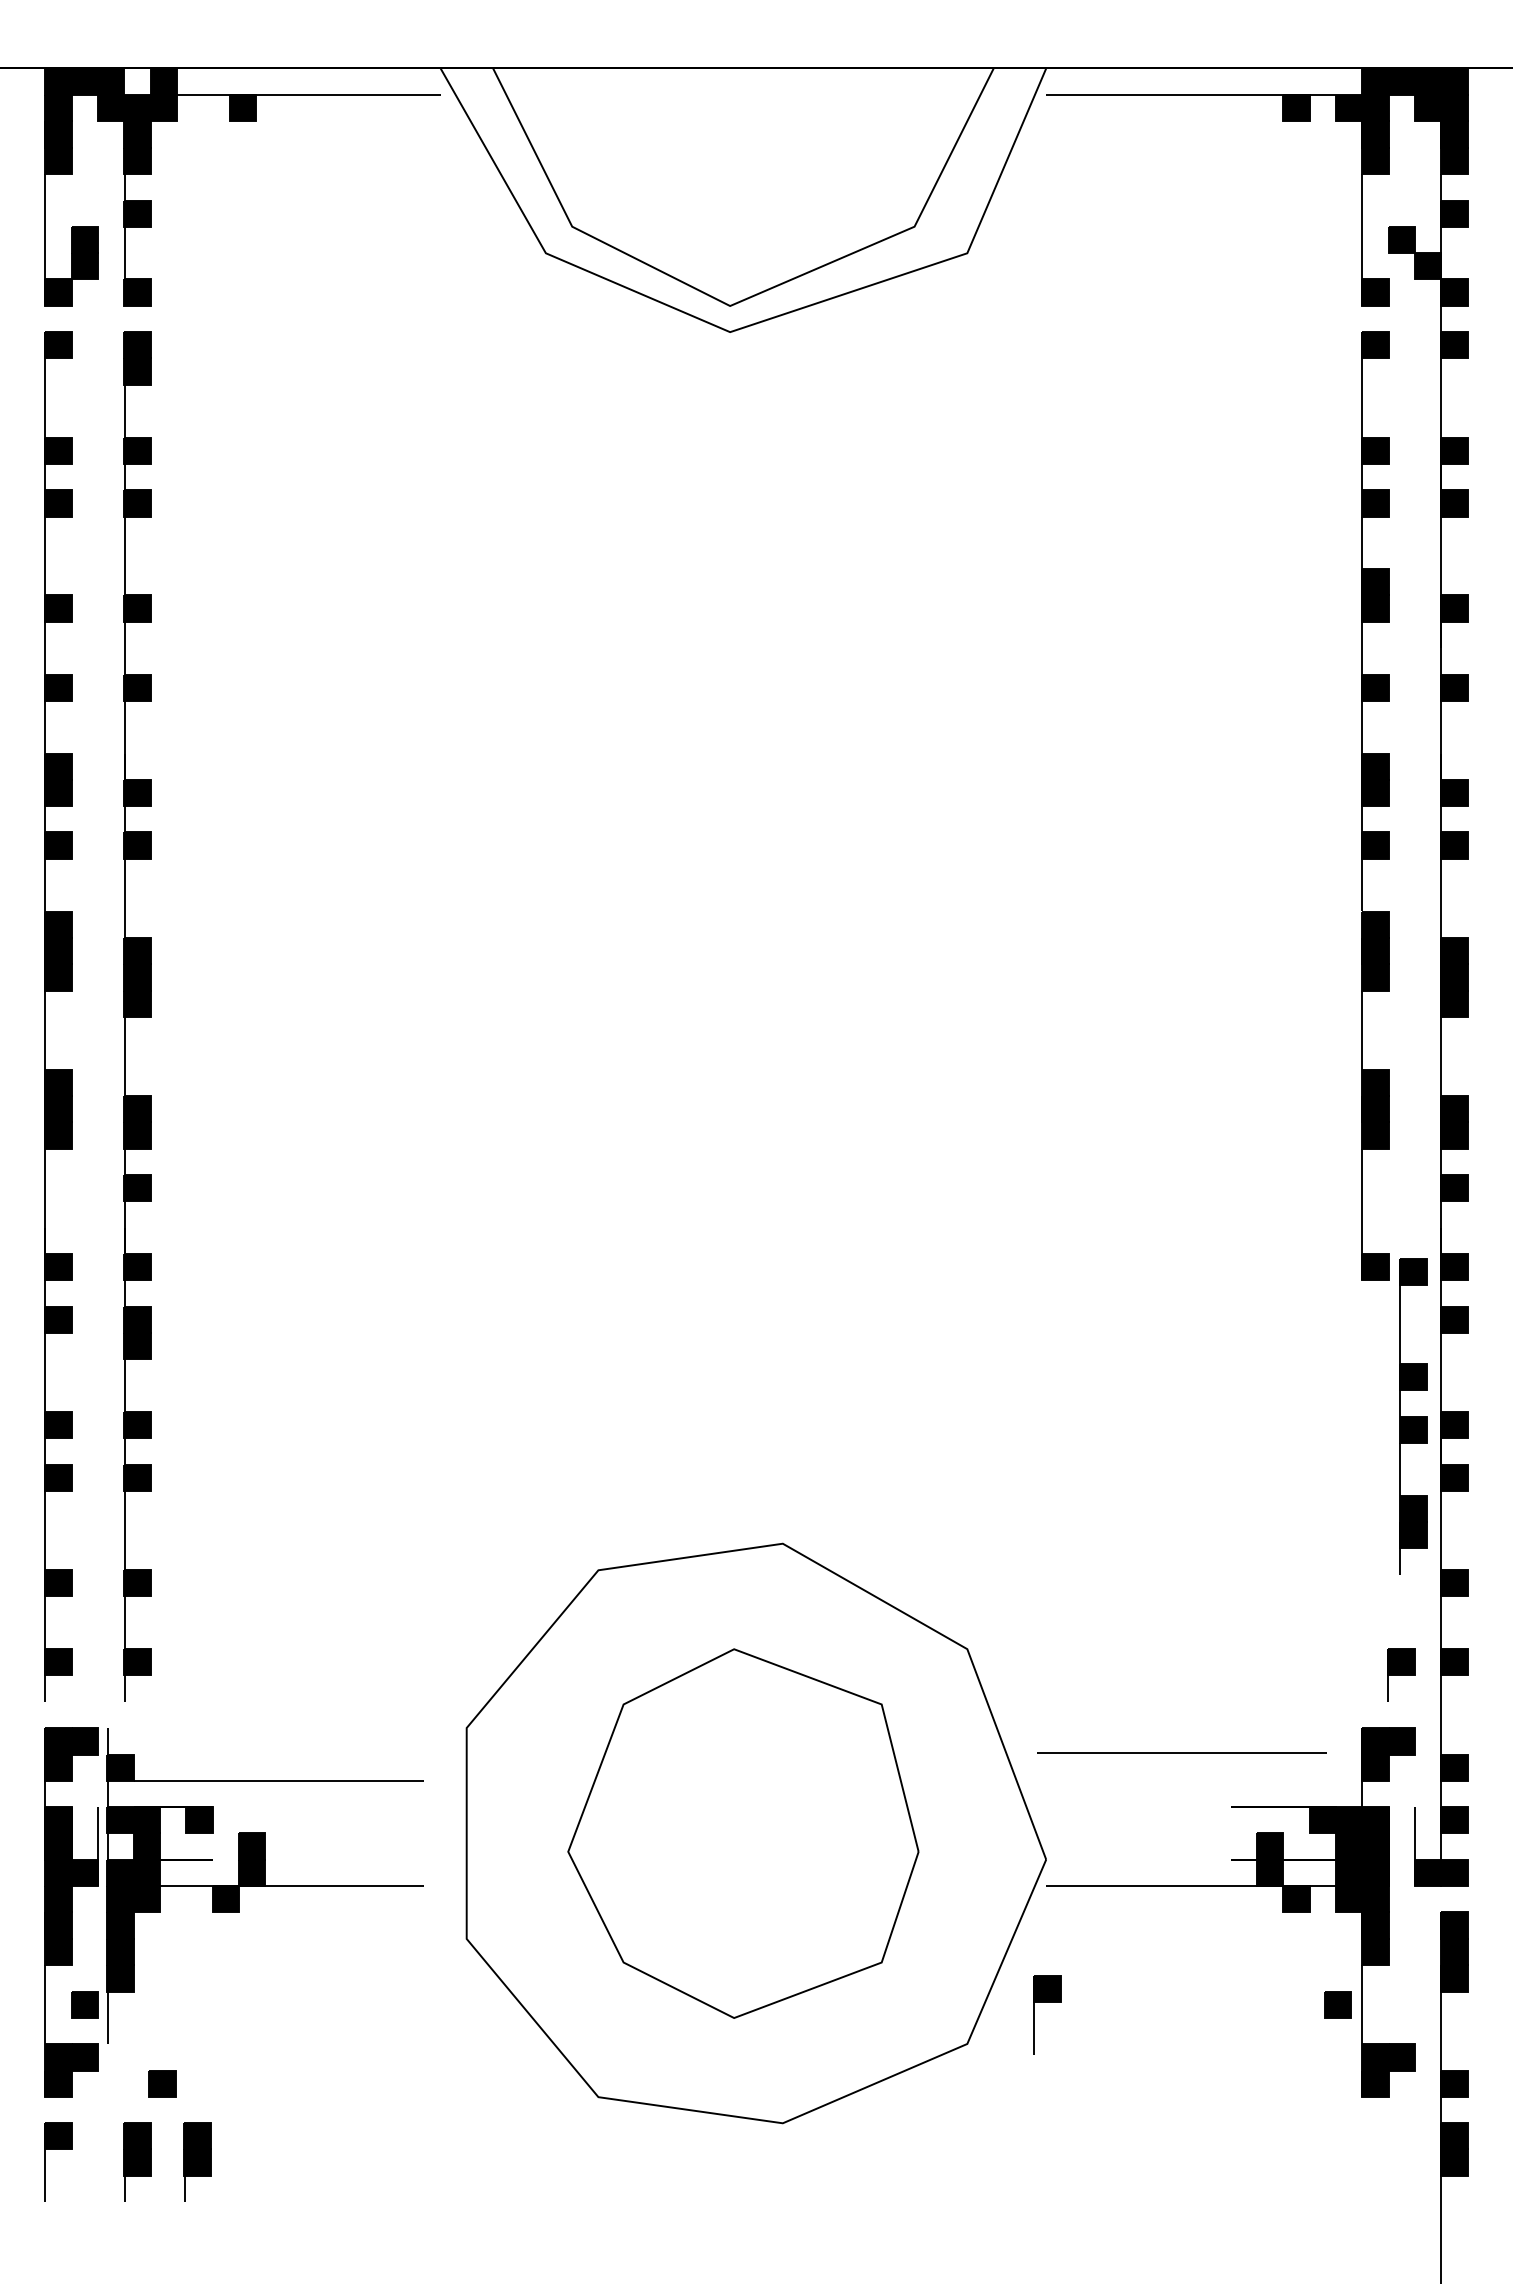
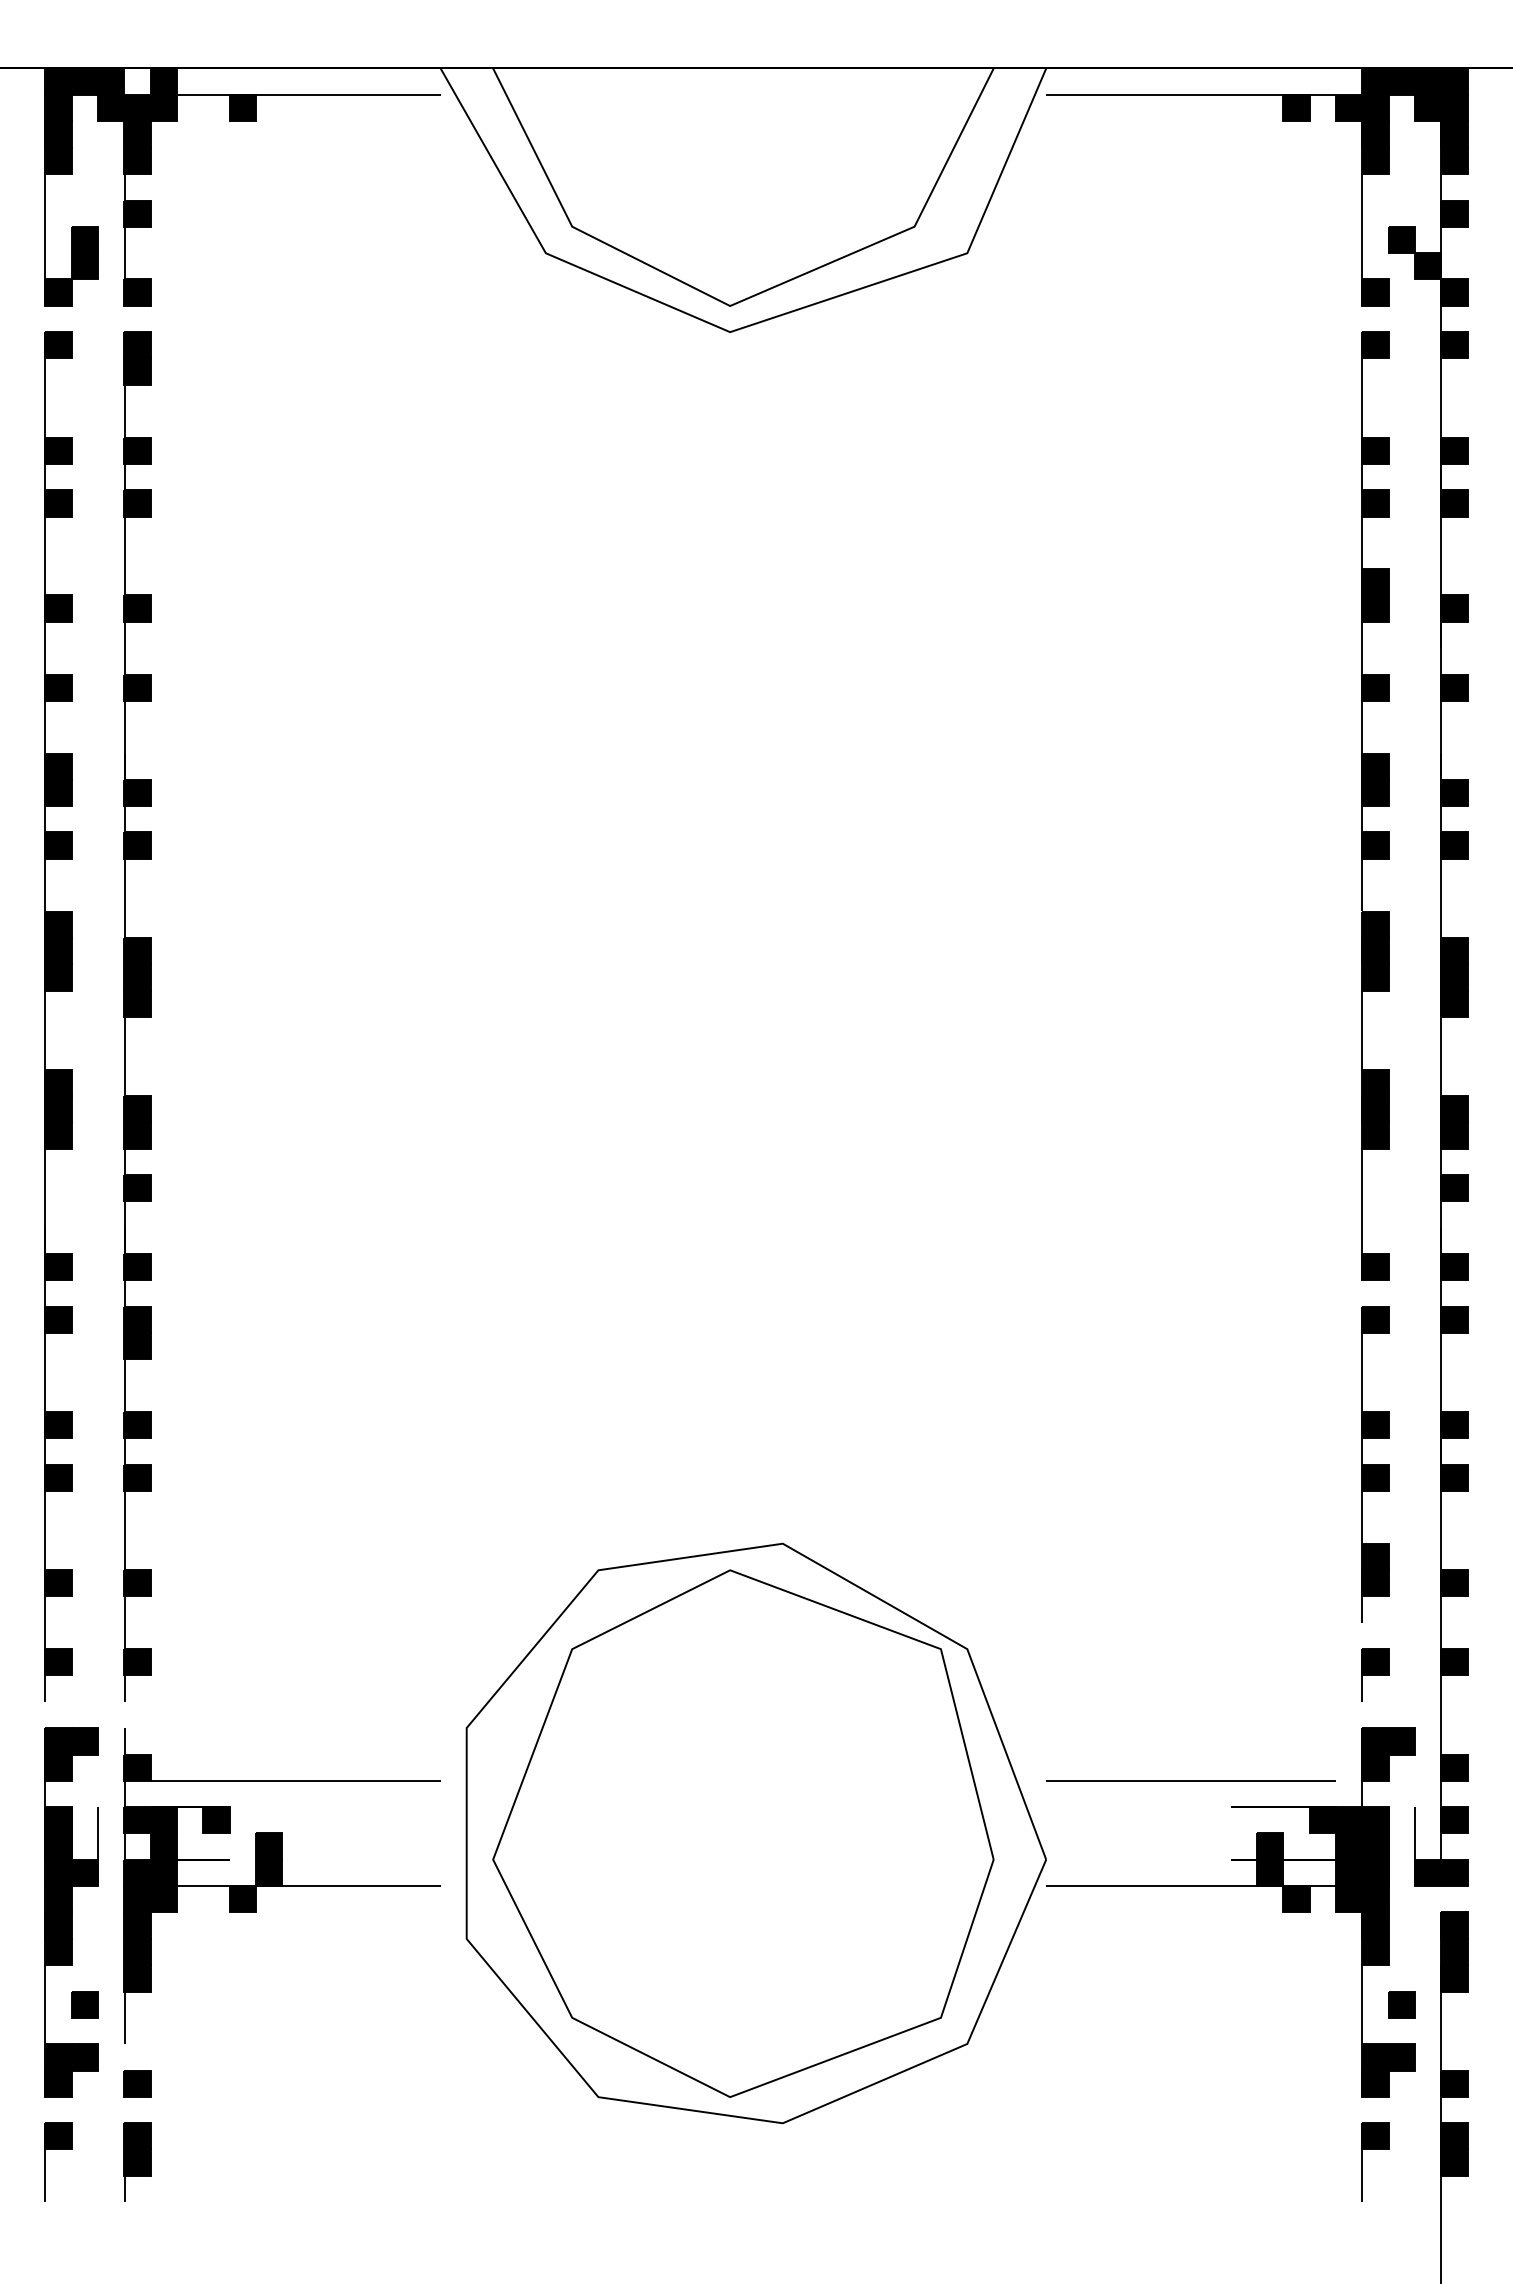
part at (1413, 1416) position: (1413, 1416) -> (1375, 1464)
part at (1401, 1674) position: (1401, 1674) -> (1375, 1674)
line at (1181, 1752) position: (1181, 1752) -> (1190, 1780)
part at (743, 1833) size: 353x371 px -> 503x529 px
part at (264, 1885) position: (264, 1885) -> (281, 1885)
part at (1047, 2002) position: (1047, 2002) -> (1375, 2149)
part at (1337, 2004) position: (1337, 2004) -> (1401, 2004)
part at (162, 2083) position: (162, 2083) -> (137, 2083)
part at (197, 2161): present -> none
